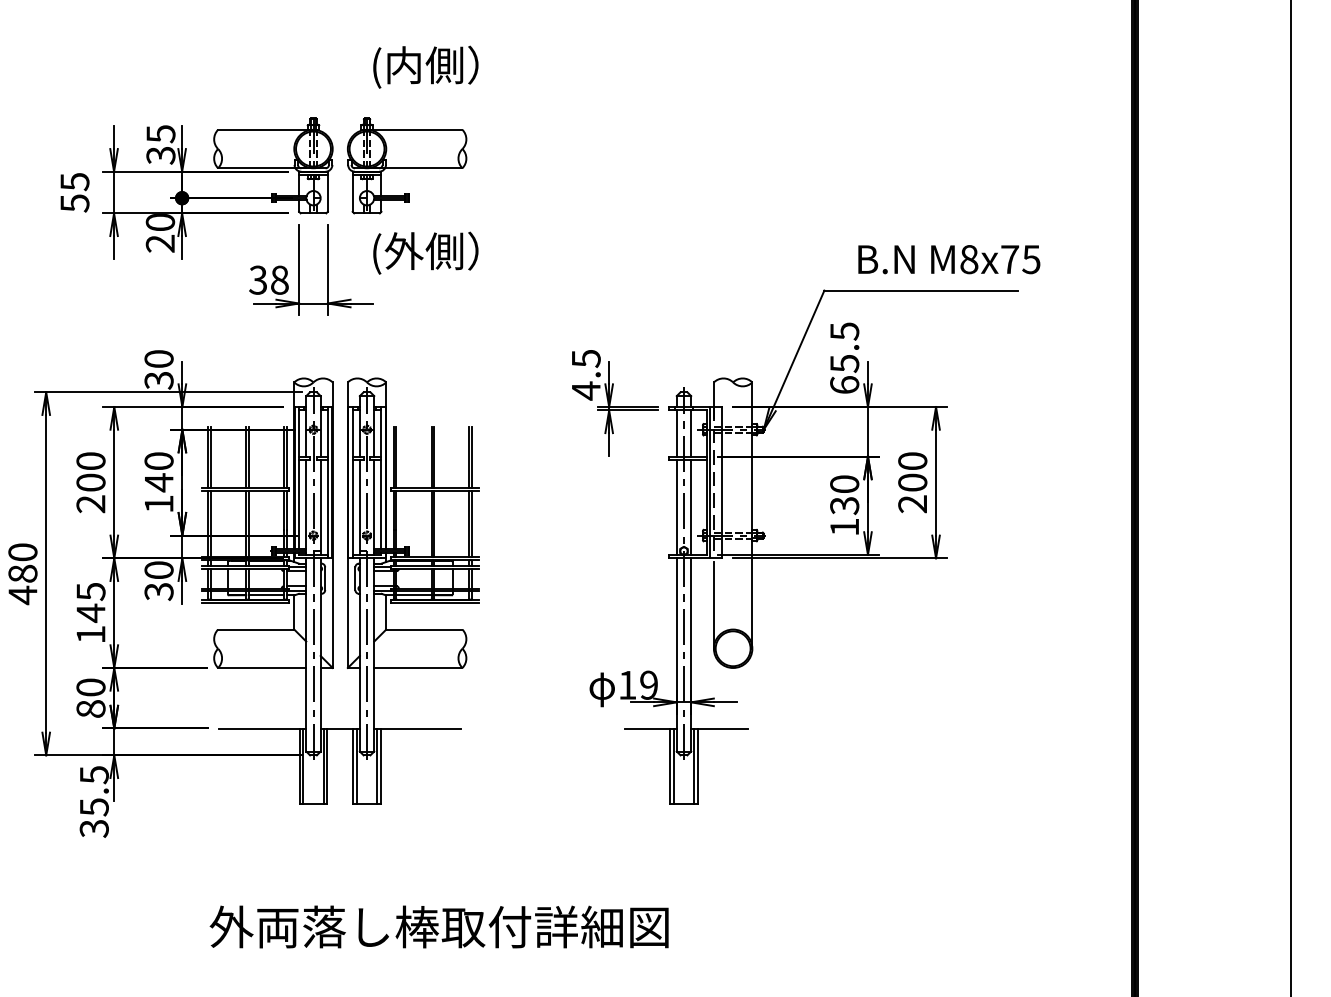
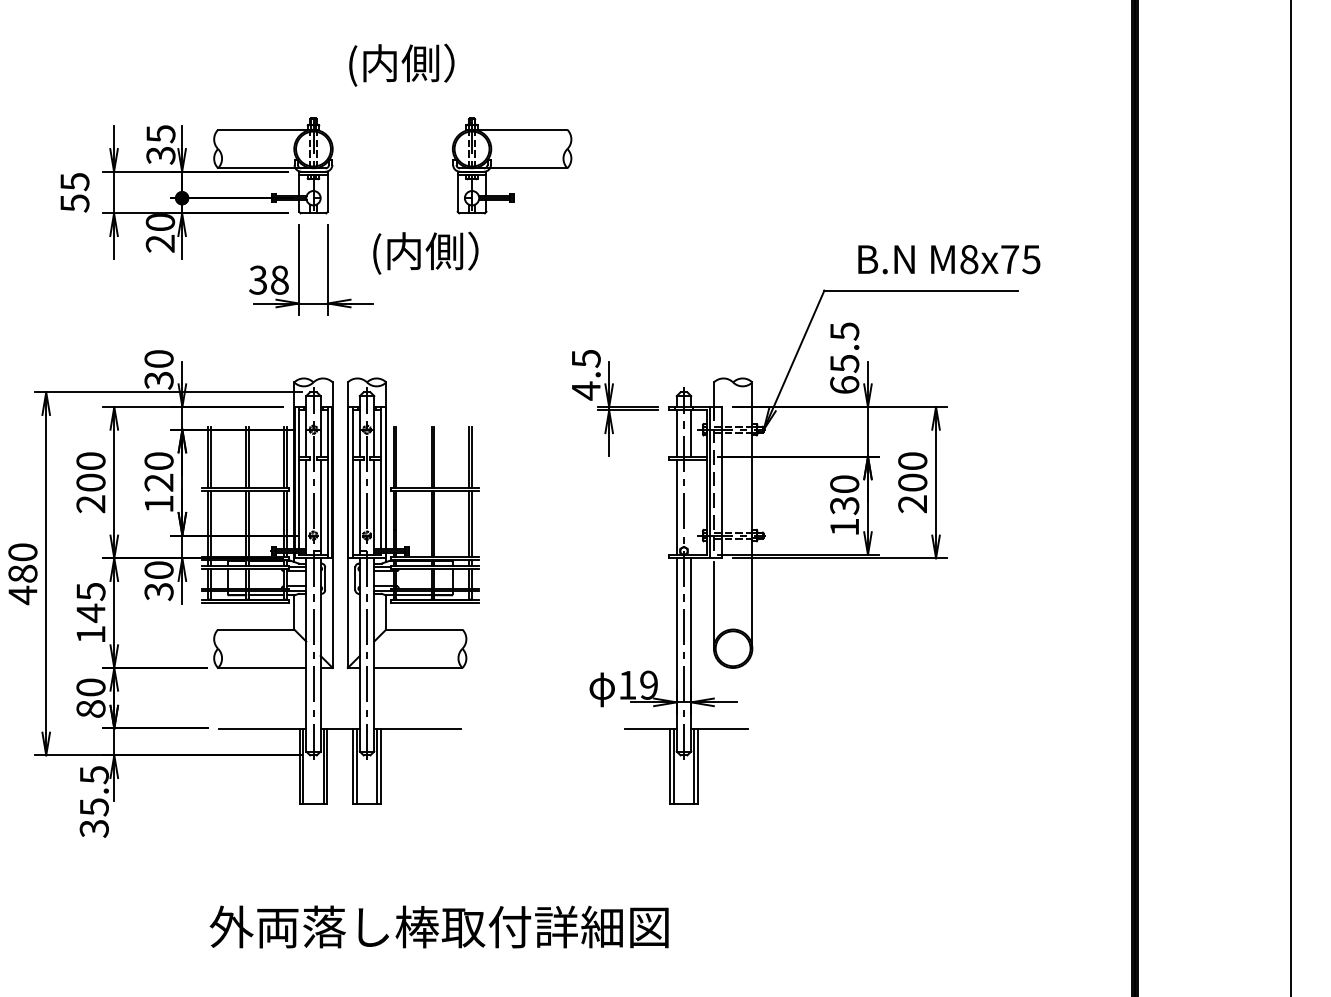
text at (425, 66) position: (425, 66) -> (401, 64)
part at (407, 165) position: (407, 165) -> (512, 165)
text at (403, 251): (外側） -> (内側）
text at (158, 482): 140 -> 120
line at (691, 506): present -> none
